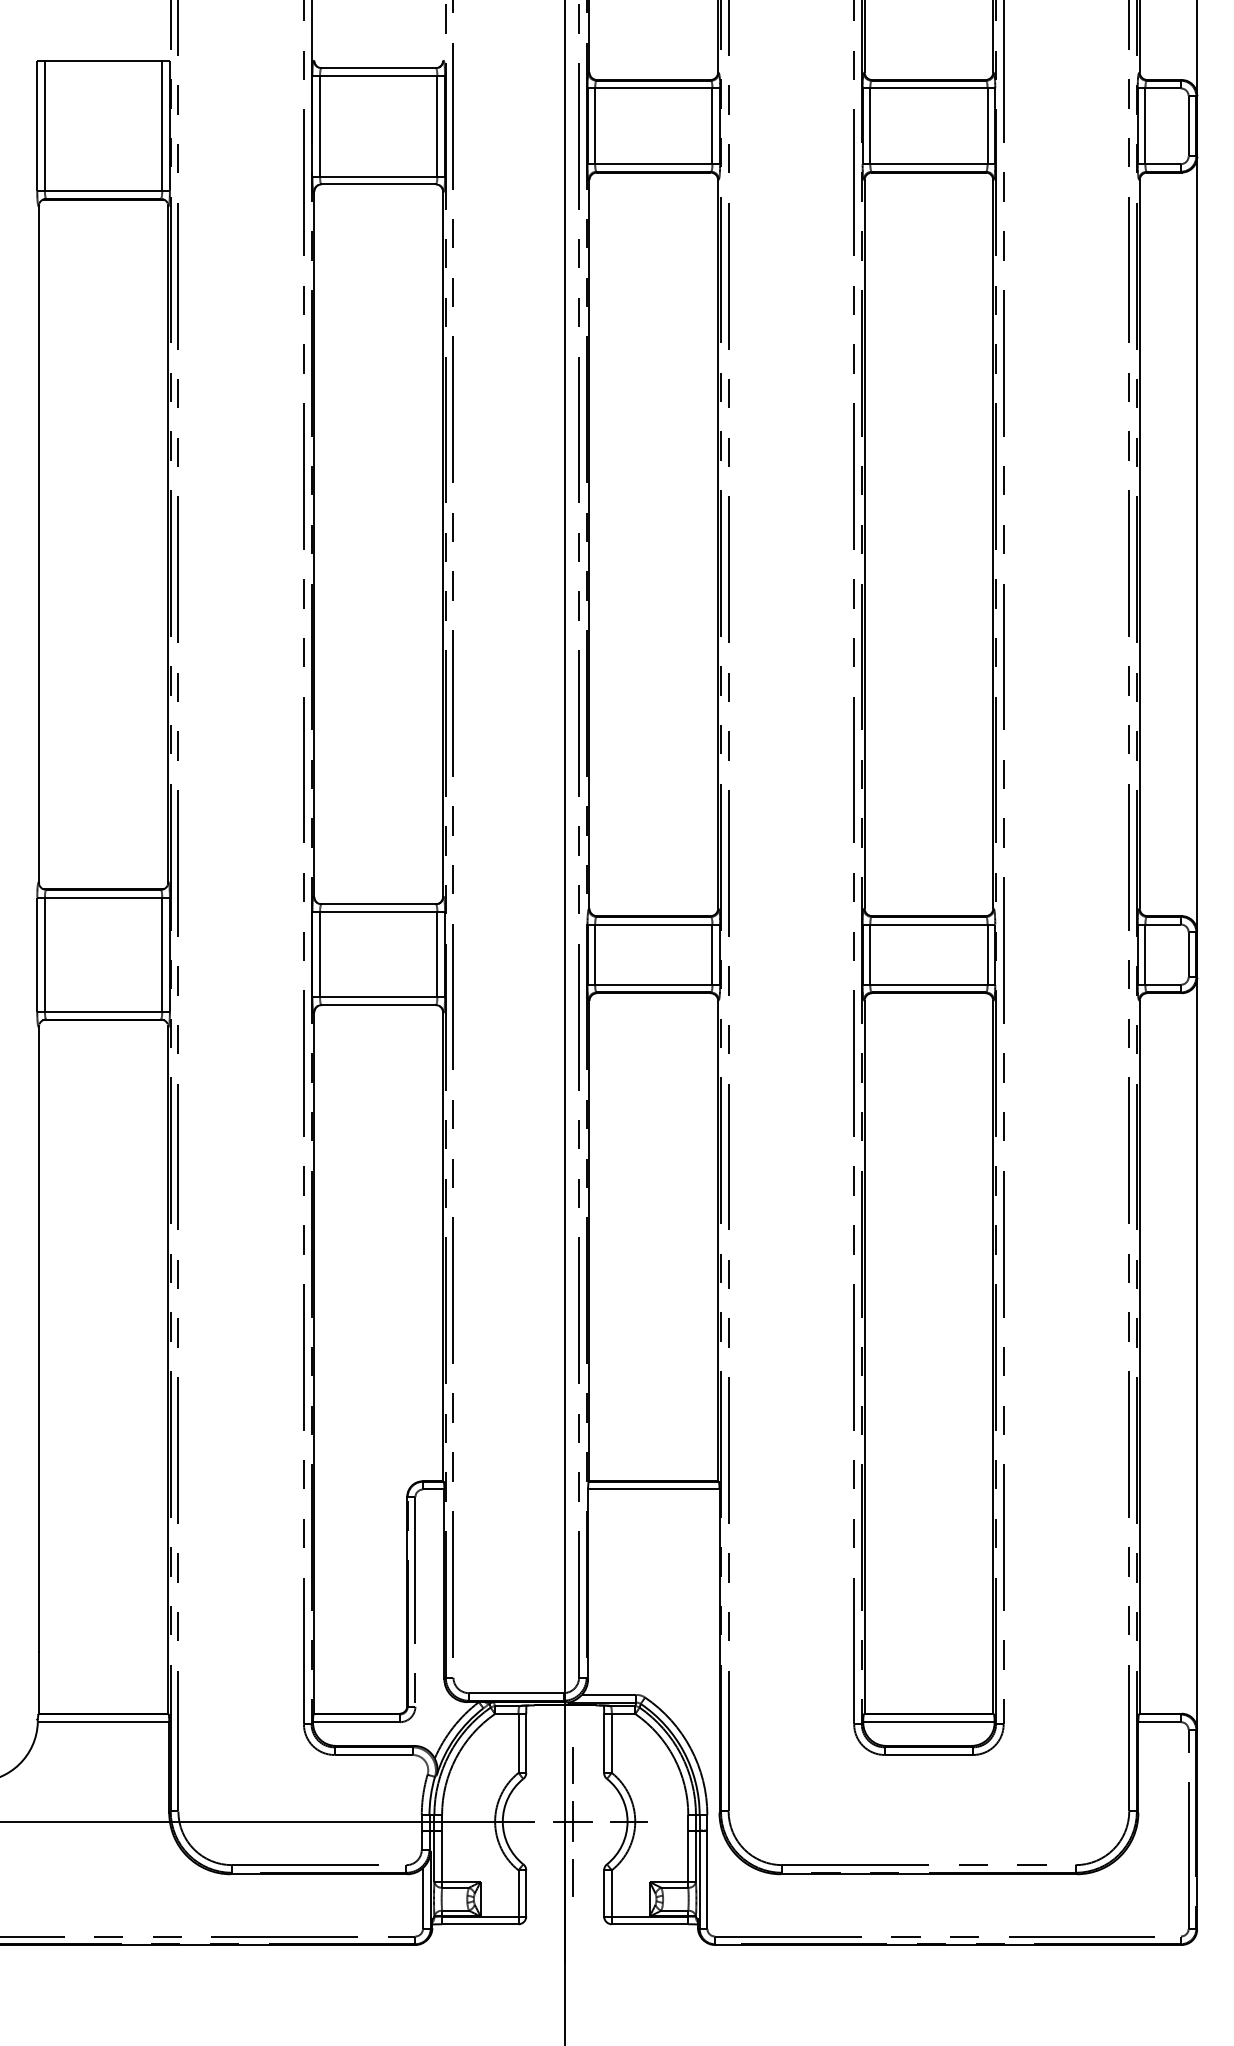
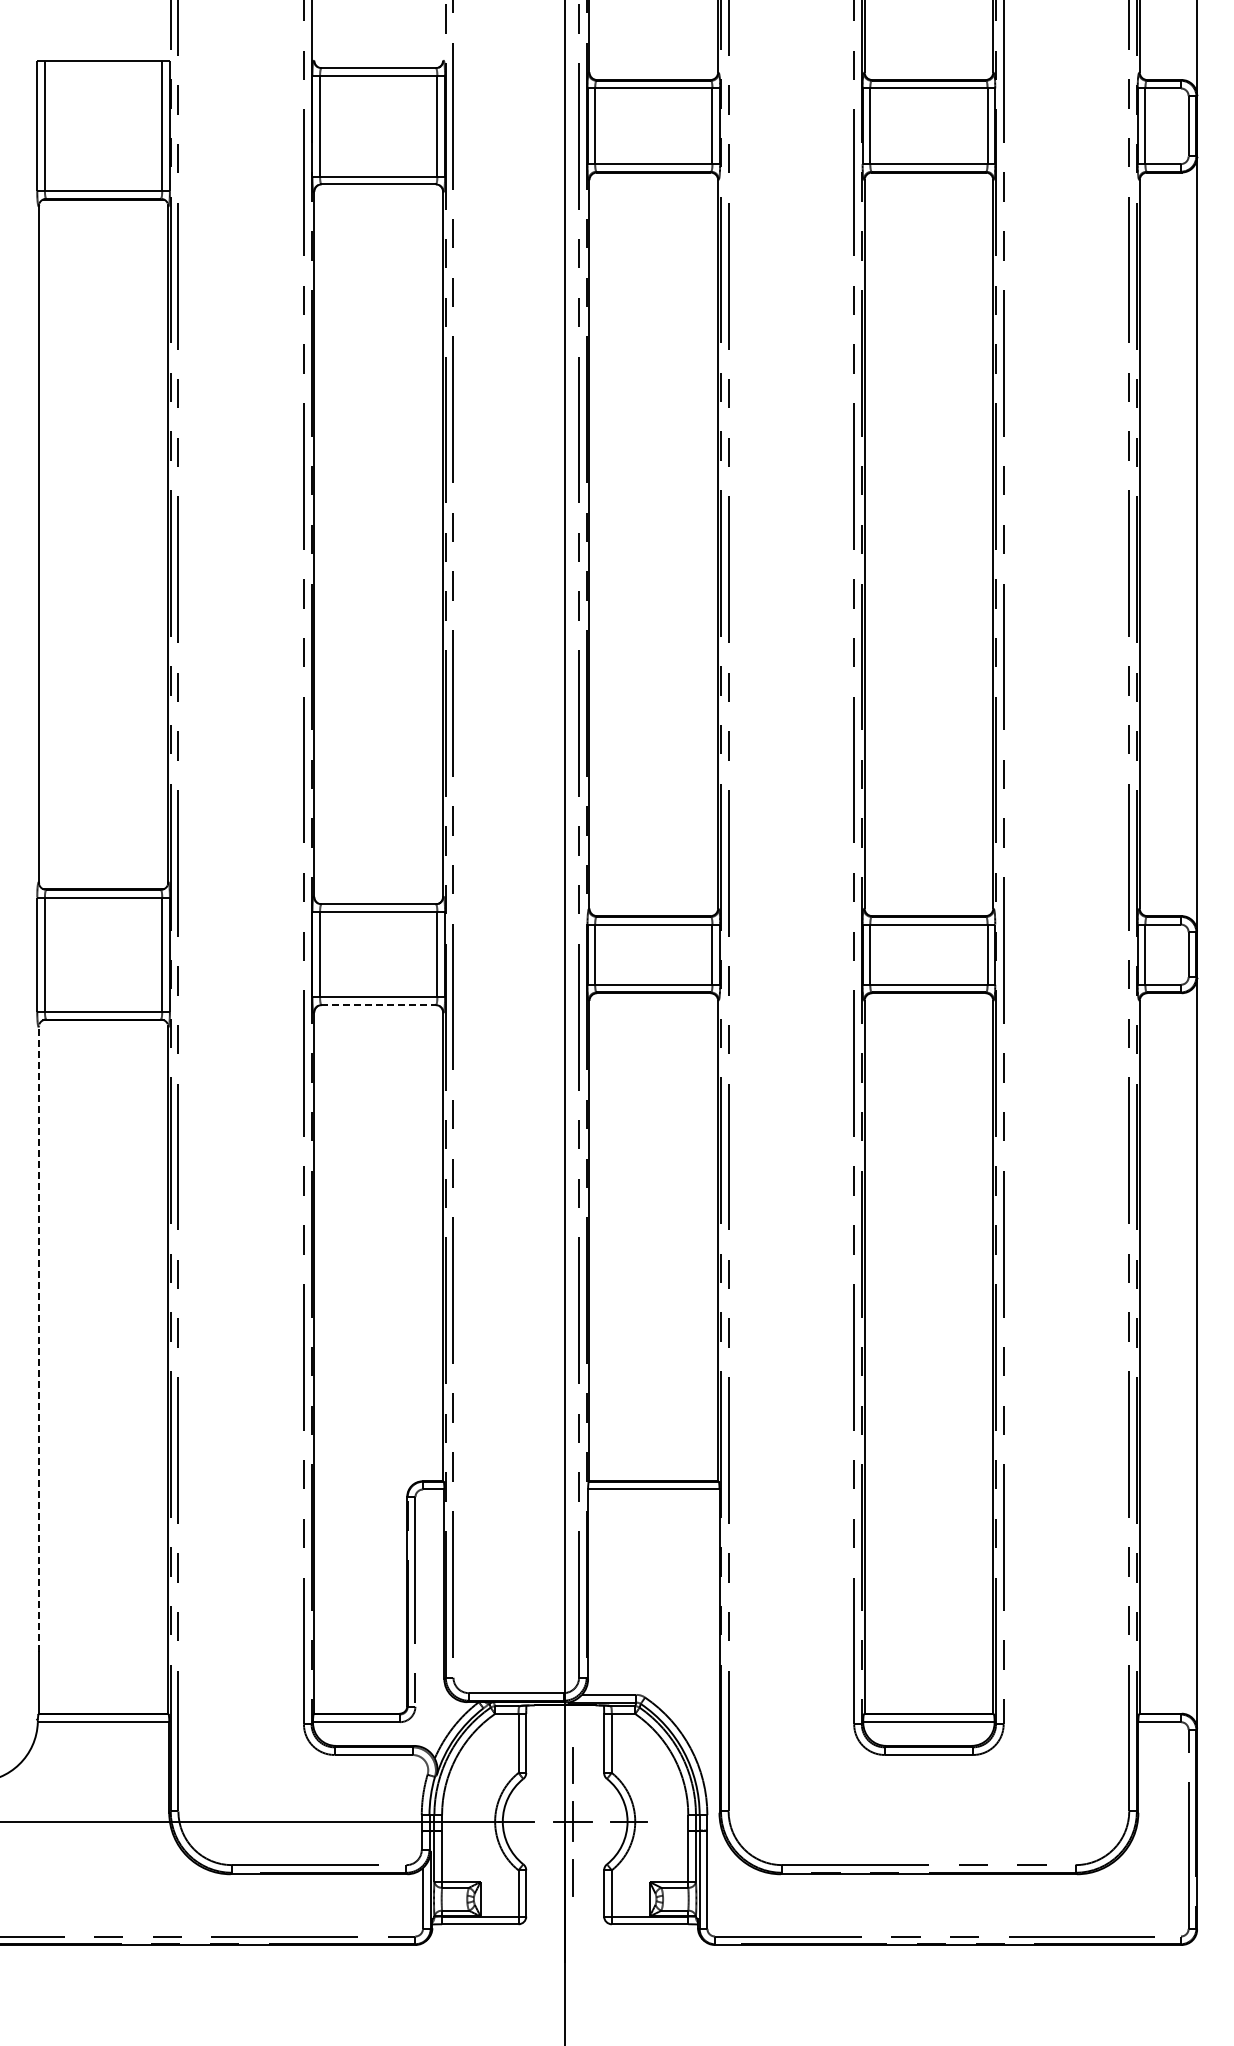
line at (379, 1005): solid -> dashed
line at (39, 1338): solid -> dashed
